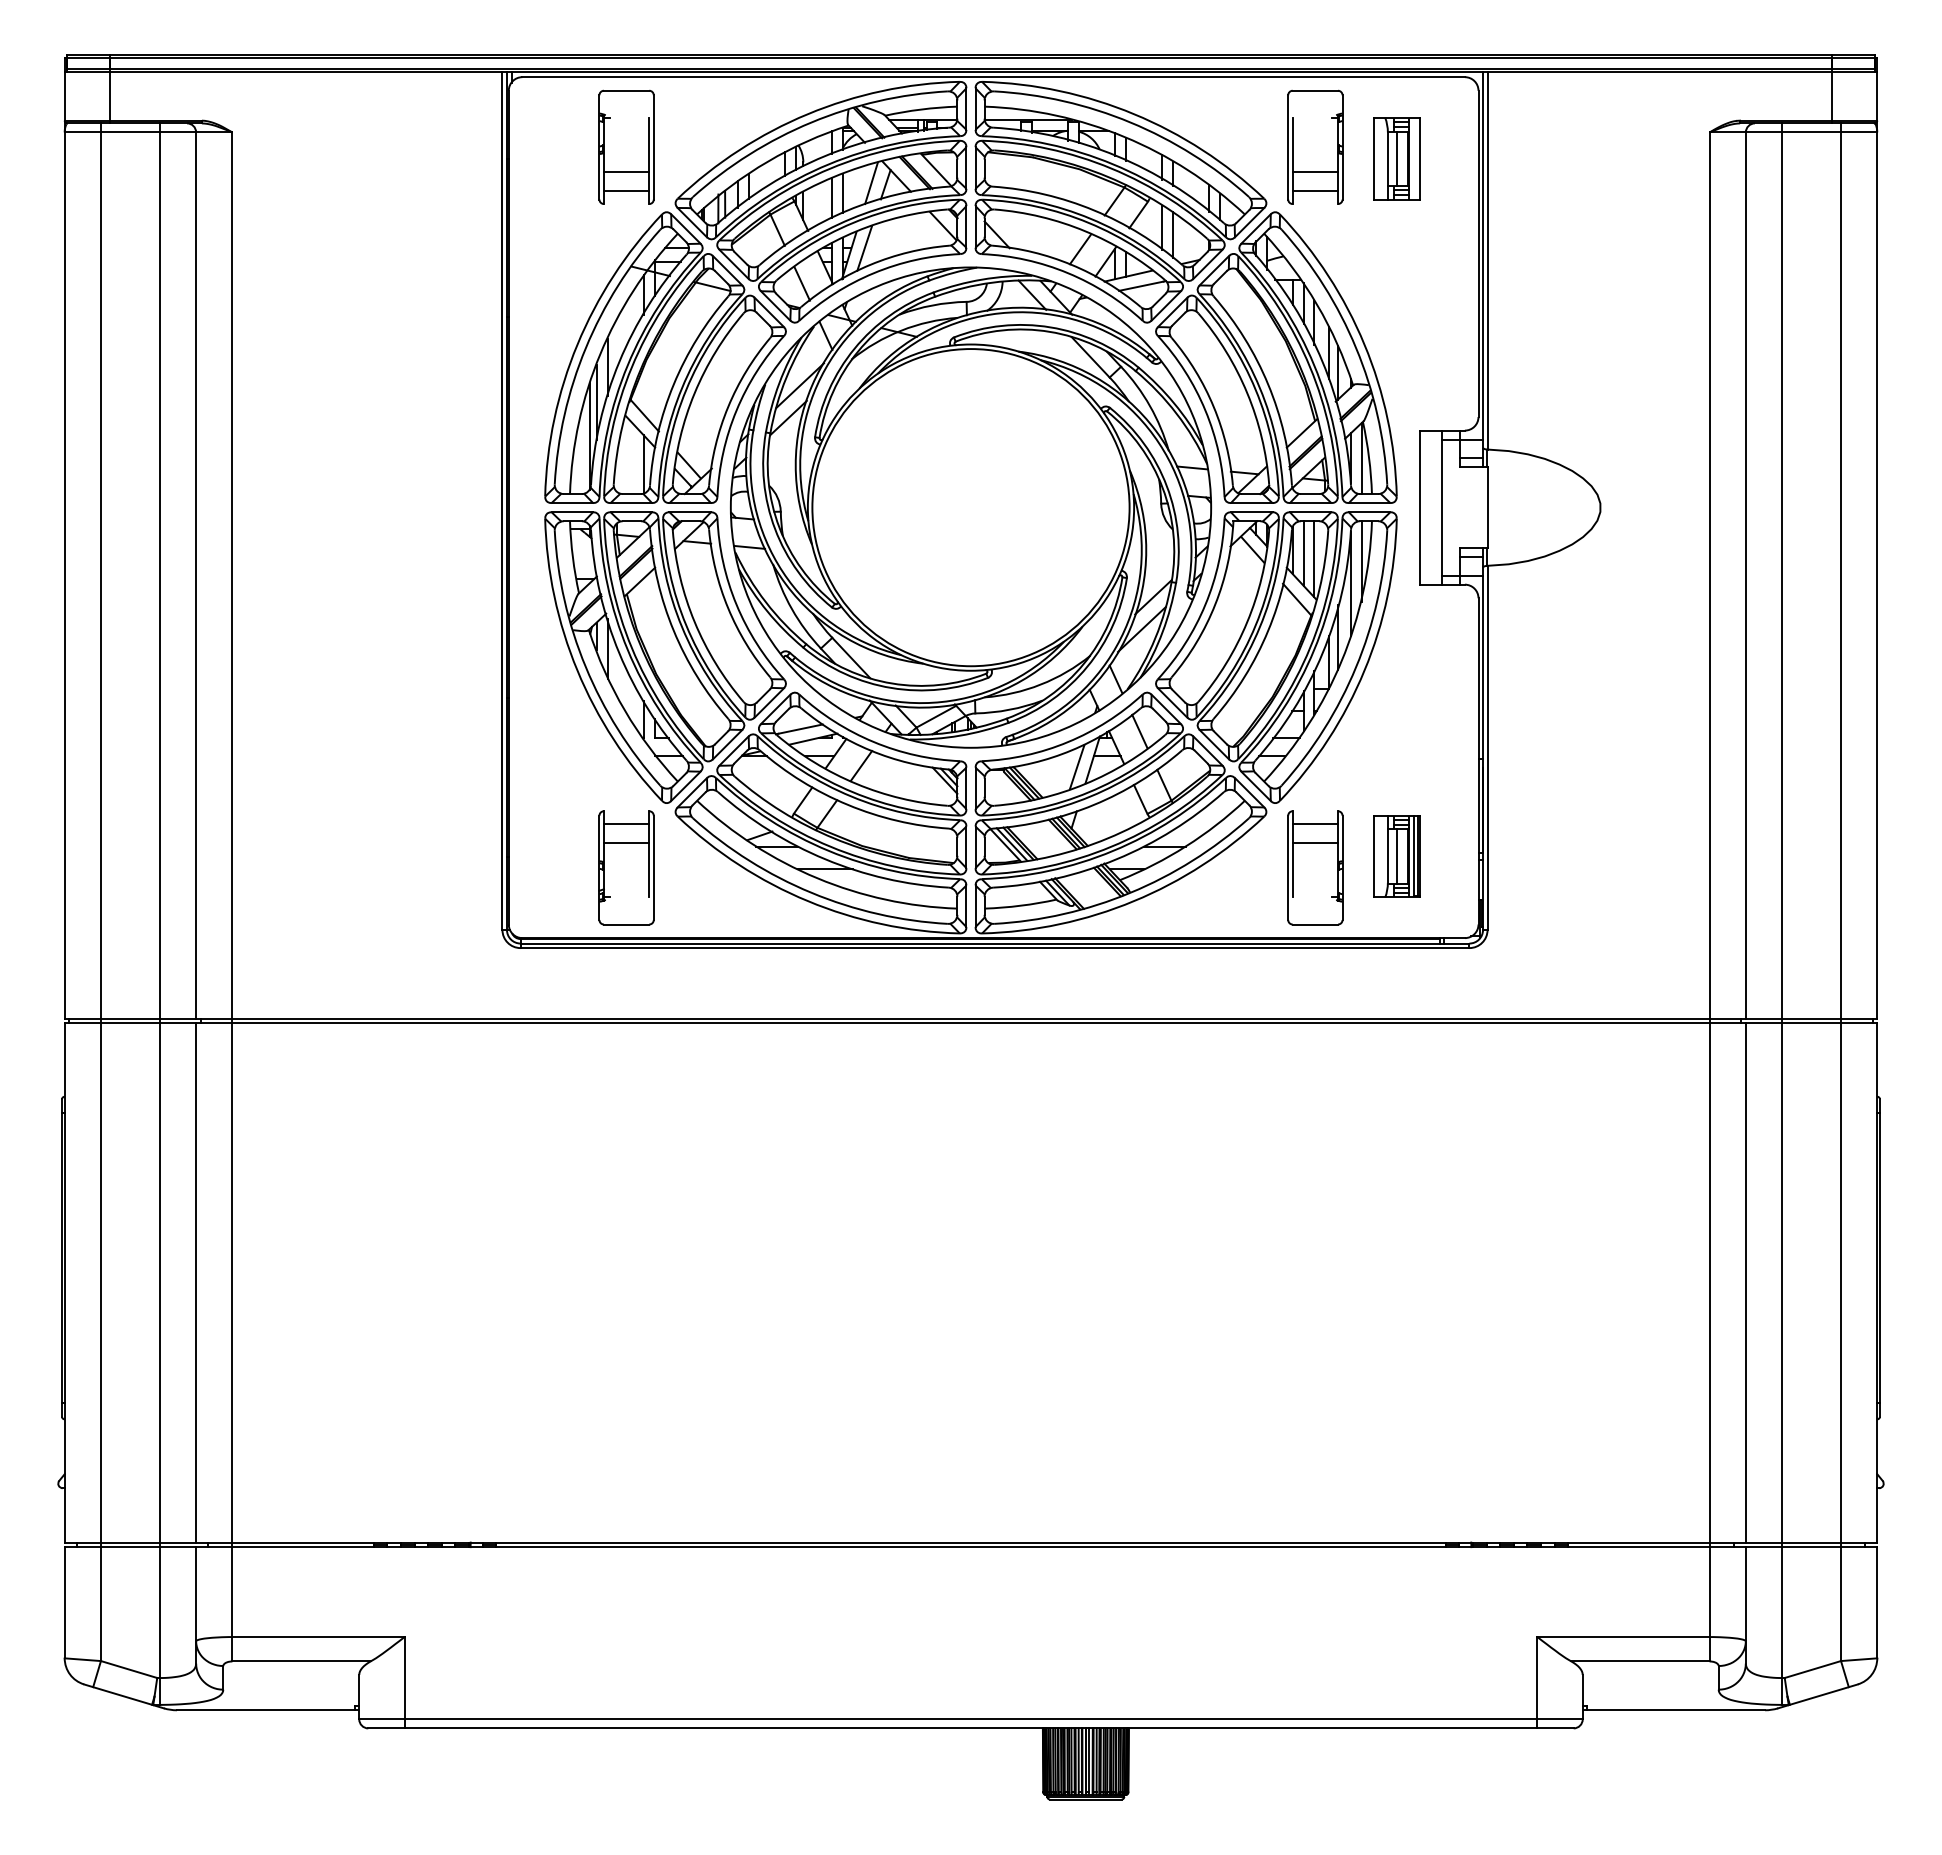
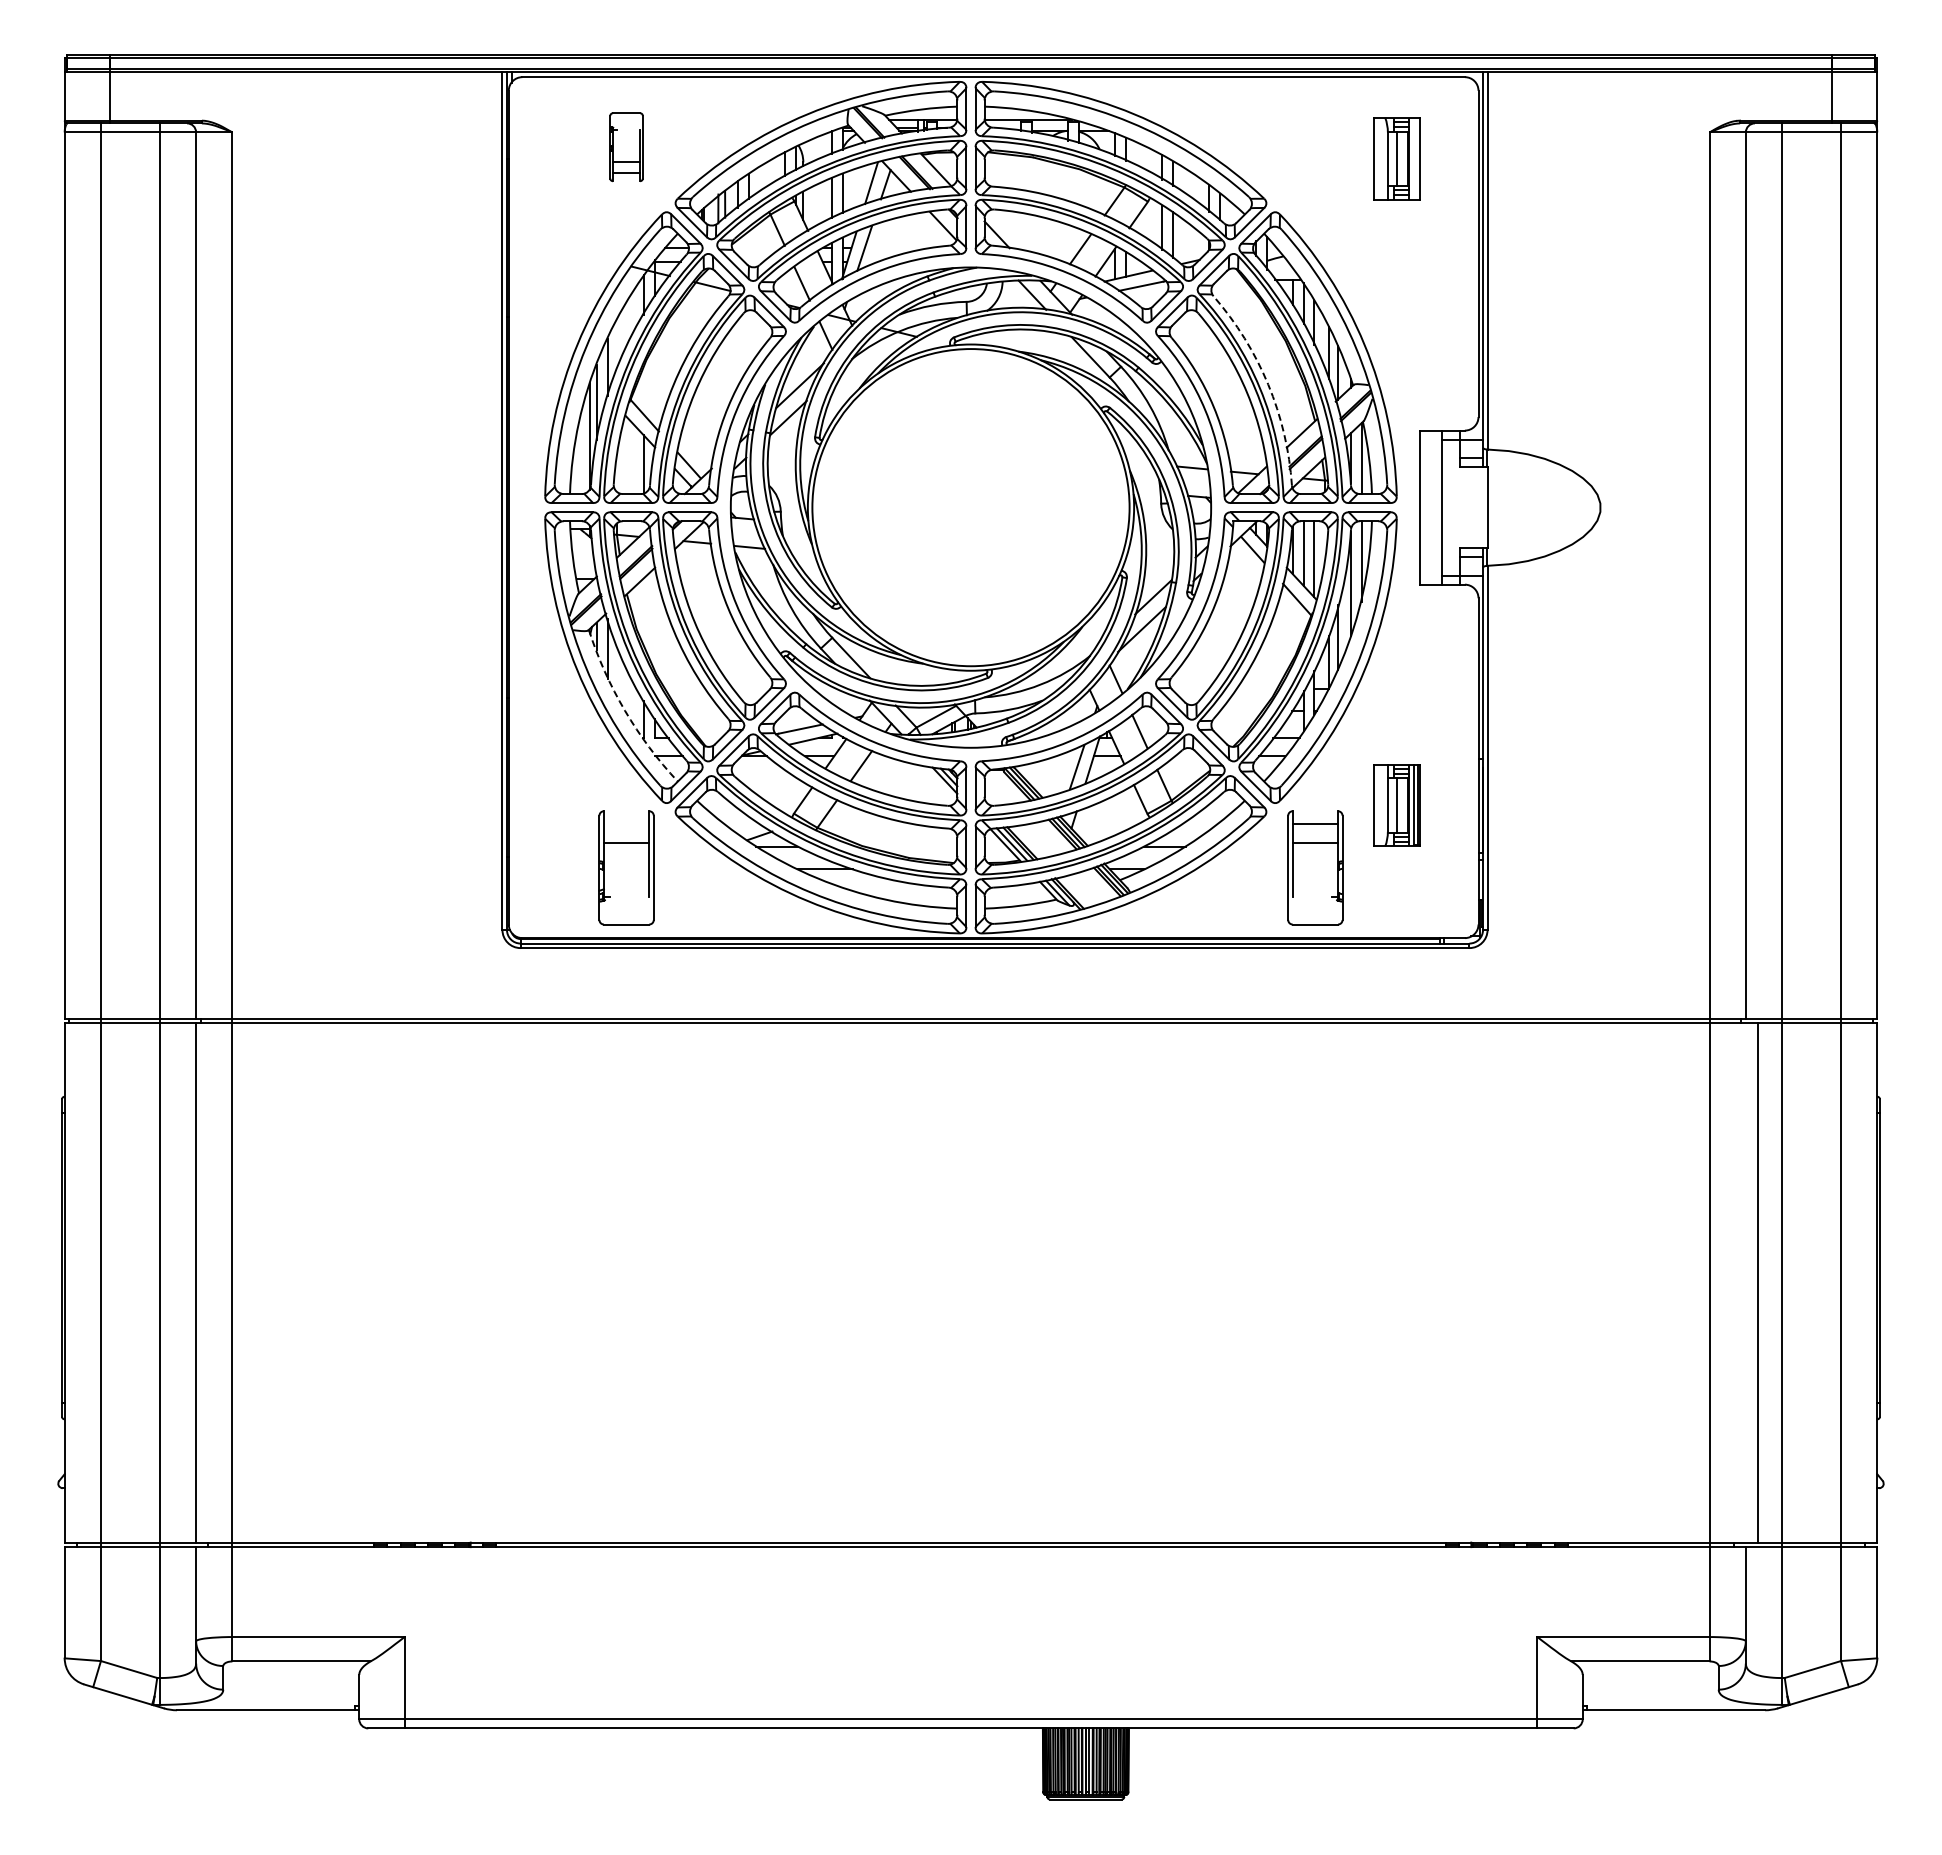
part at (626, 146) size: 57x116 px -> 35x71 px
part at (1315, 146): present -> none
arc at (1268, 384): solid -> dashed
arc at (624, 710): solid -> dashed
line at (626, 824): present -> none
part at (1396, 856) position: (1396, 856) -> (1396, 805)
line at (1745, 1282) position: (1745, 1282) -> (1757, 1282)
